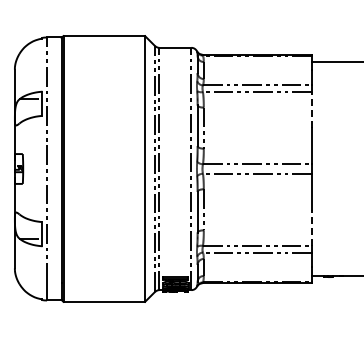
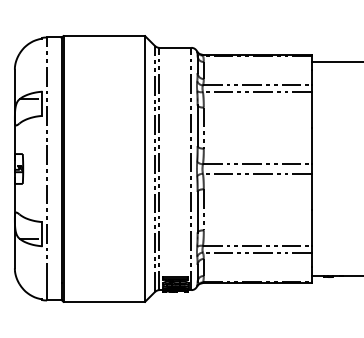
line at (311, 109): dashed -> solid
line at (311, 227): dashed -> solid
